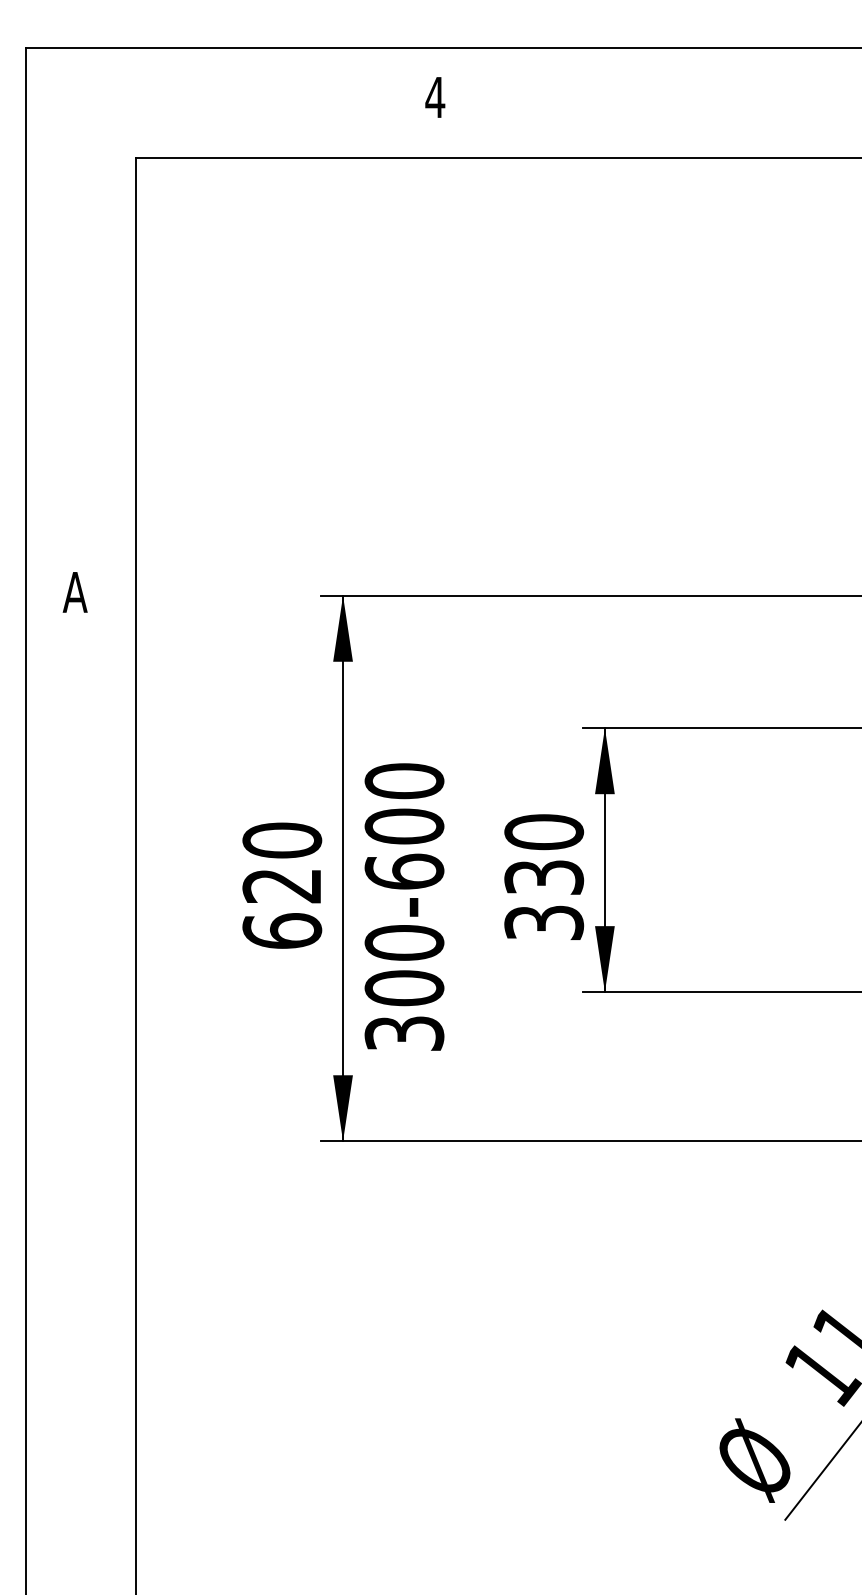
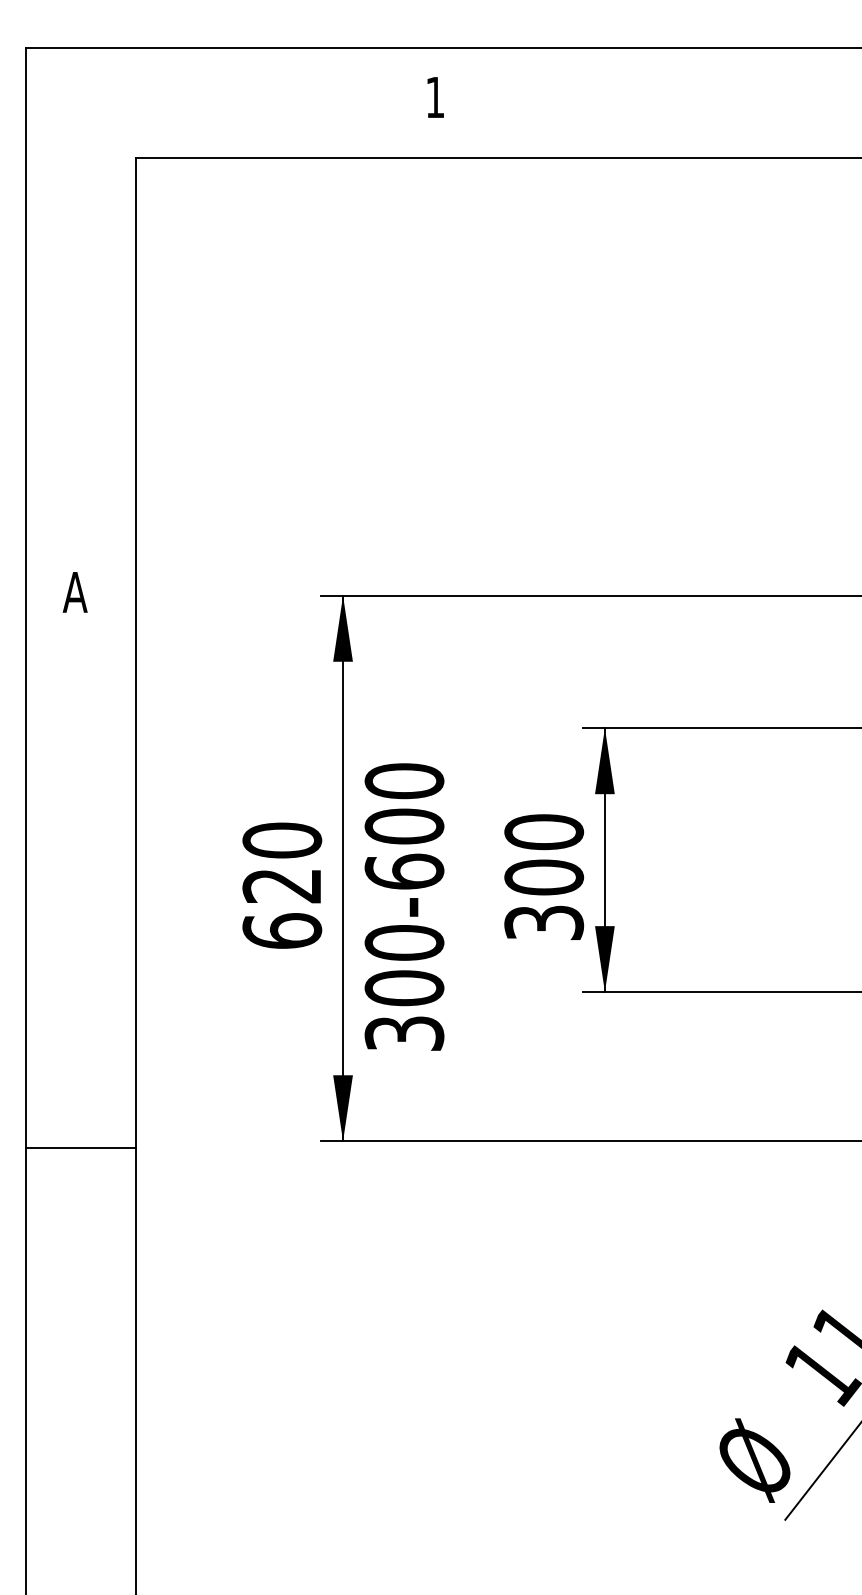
text at (435, 97): 4 -> 1
text at (544, 877): 330 -> 300
line at (80, 1147): none -> present
